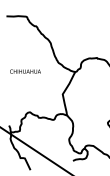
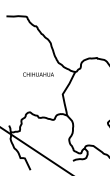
text at (25, 71) position: (25, 71) -> (38, 74)
